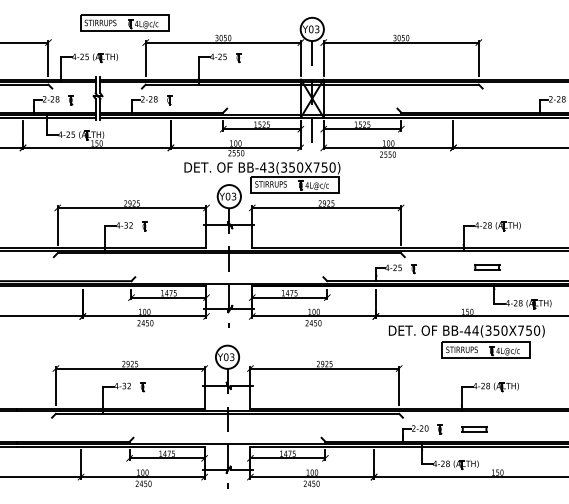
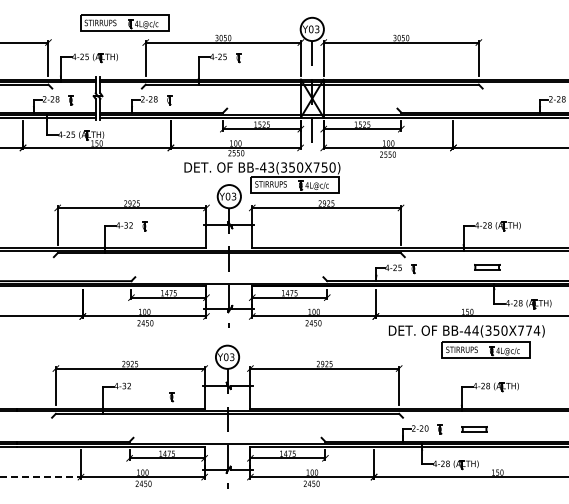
text at (533, 330): BB-44(350X750) -> BB-44(350X774)
part at (142, 387) position: (142, 387) -> (171, 397)
line at (41, 477): solid -> dashed
